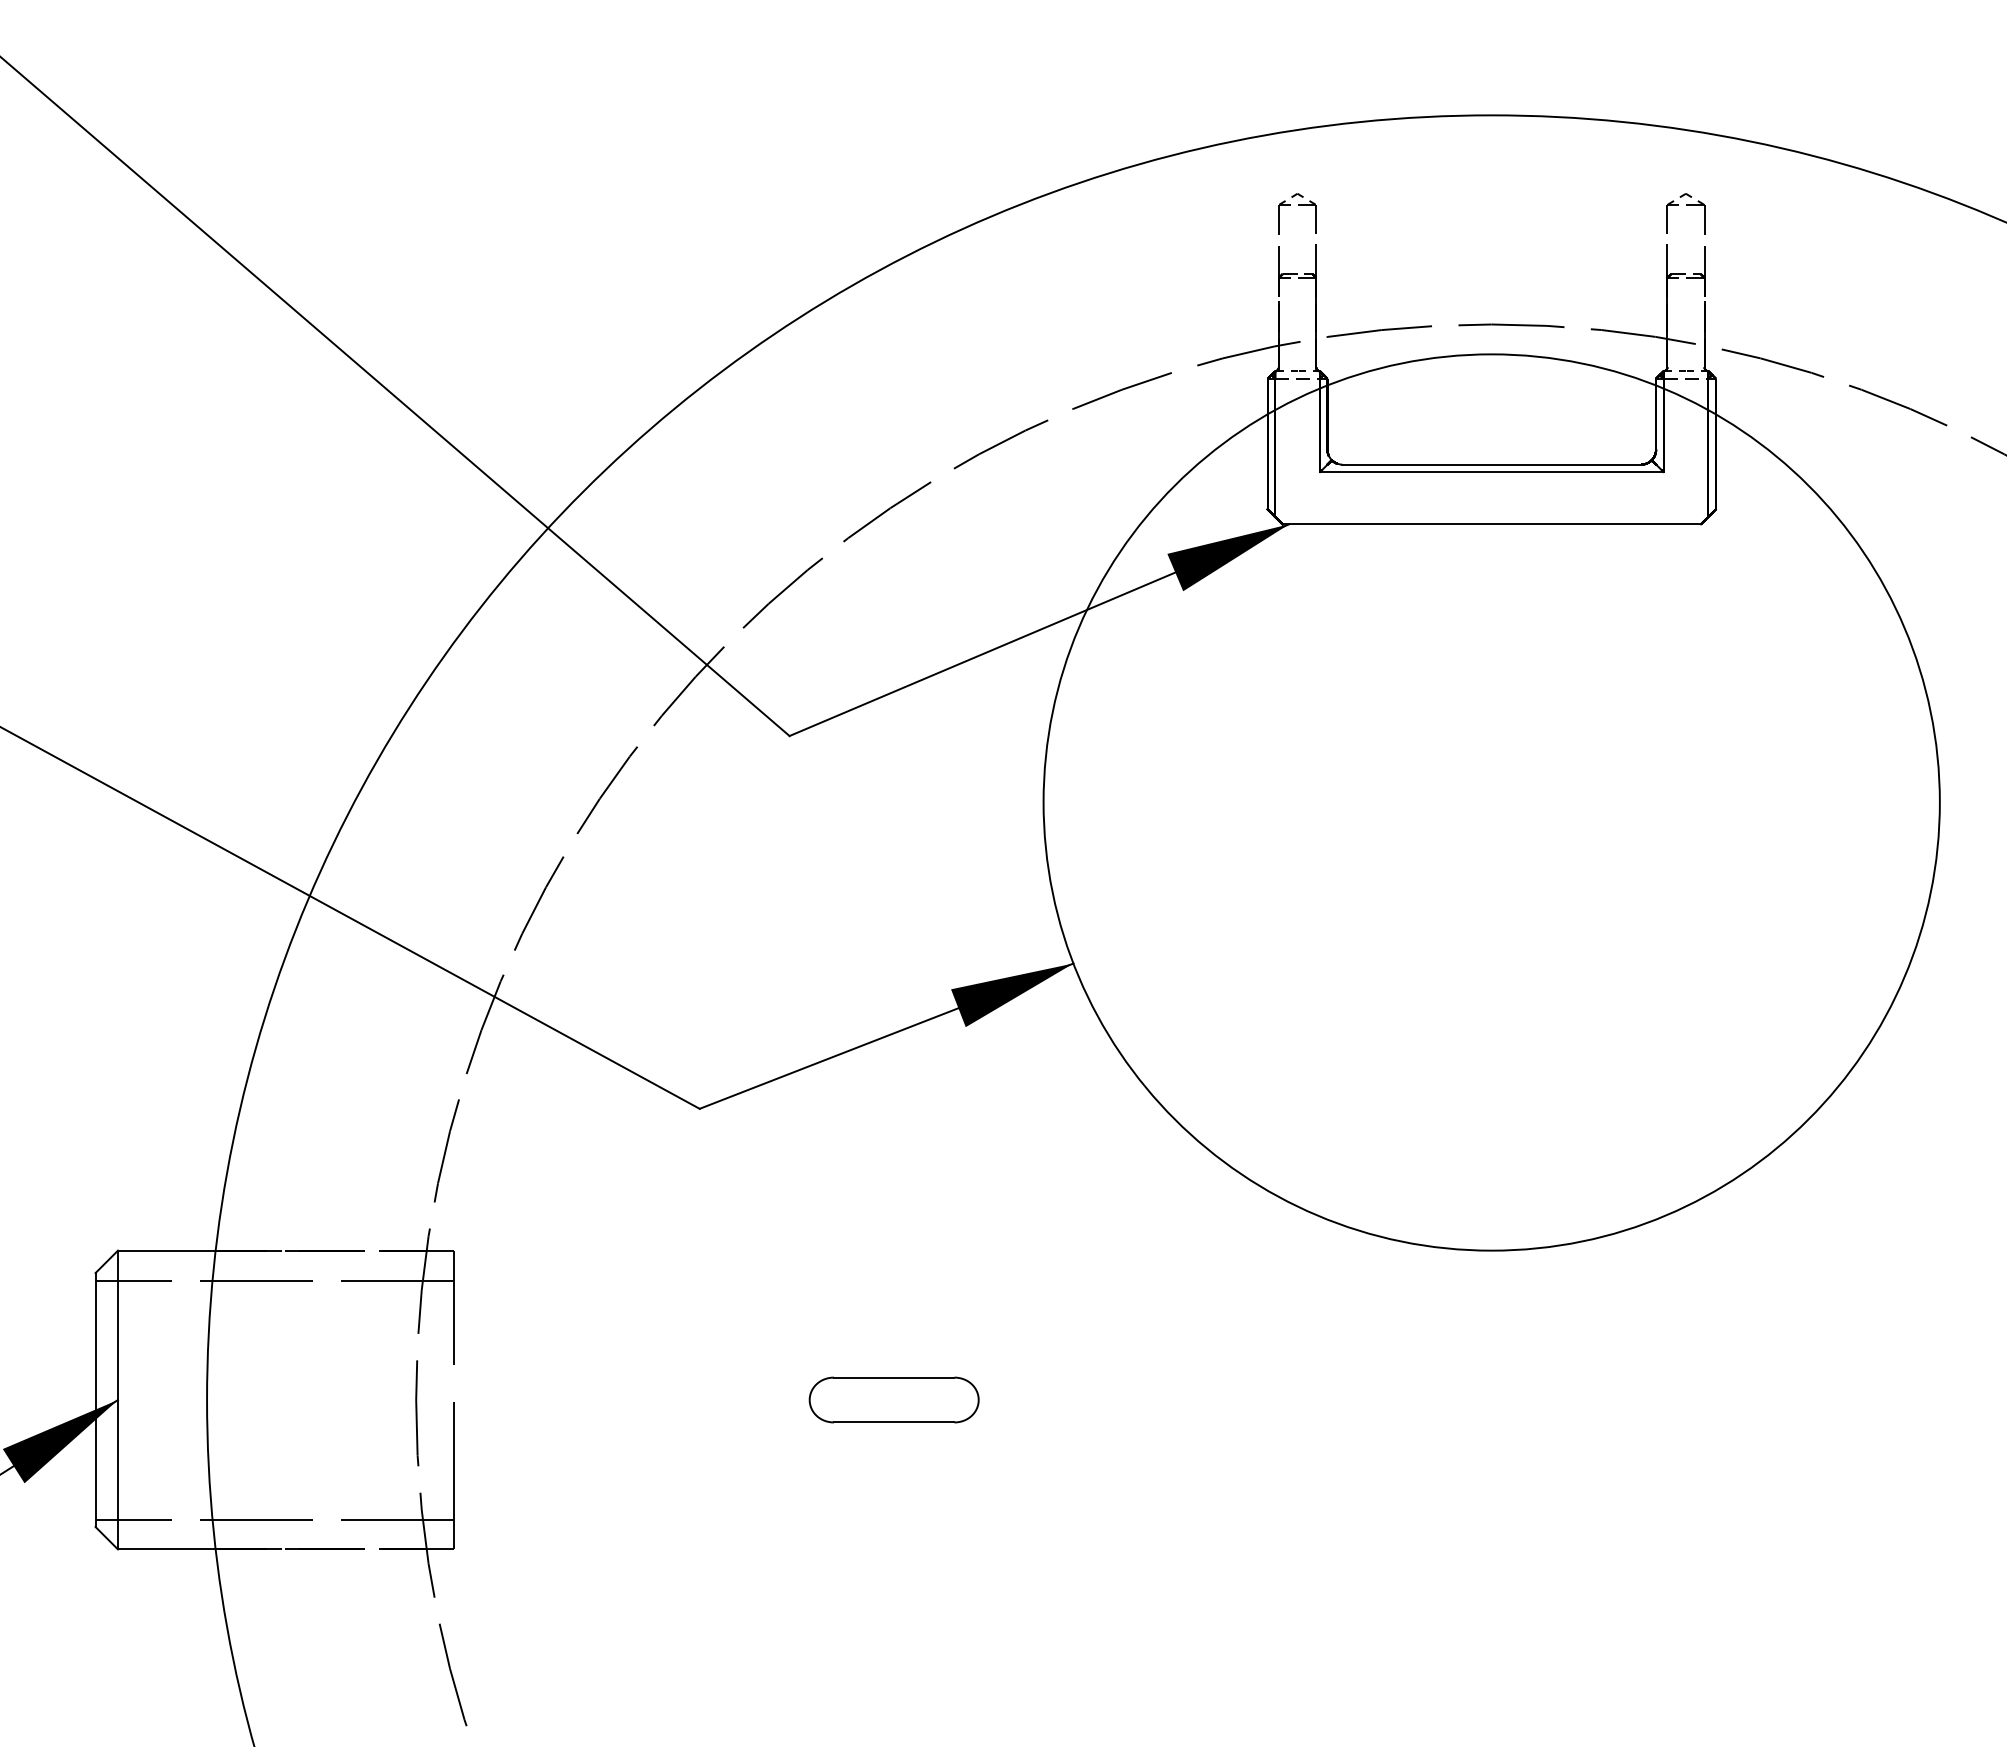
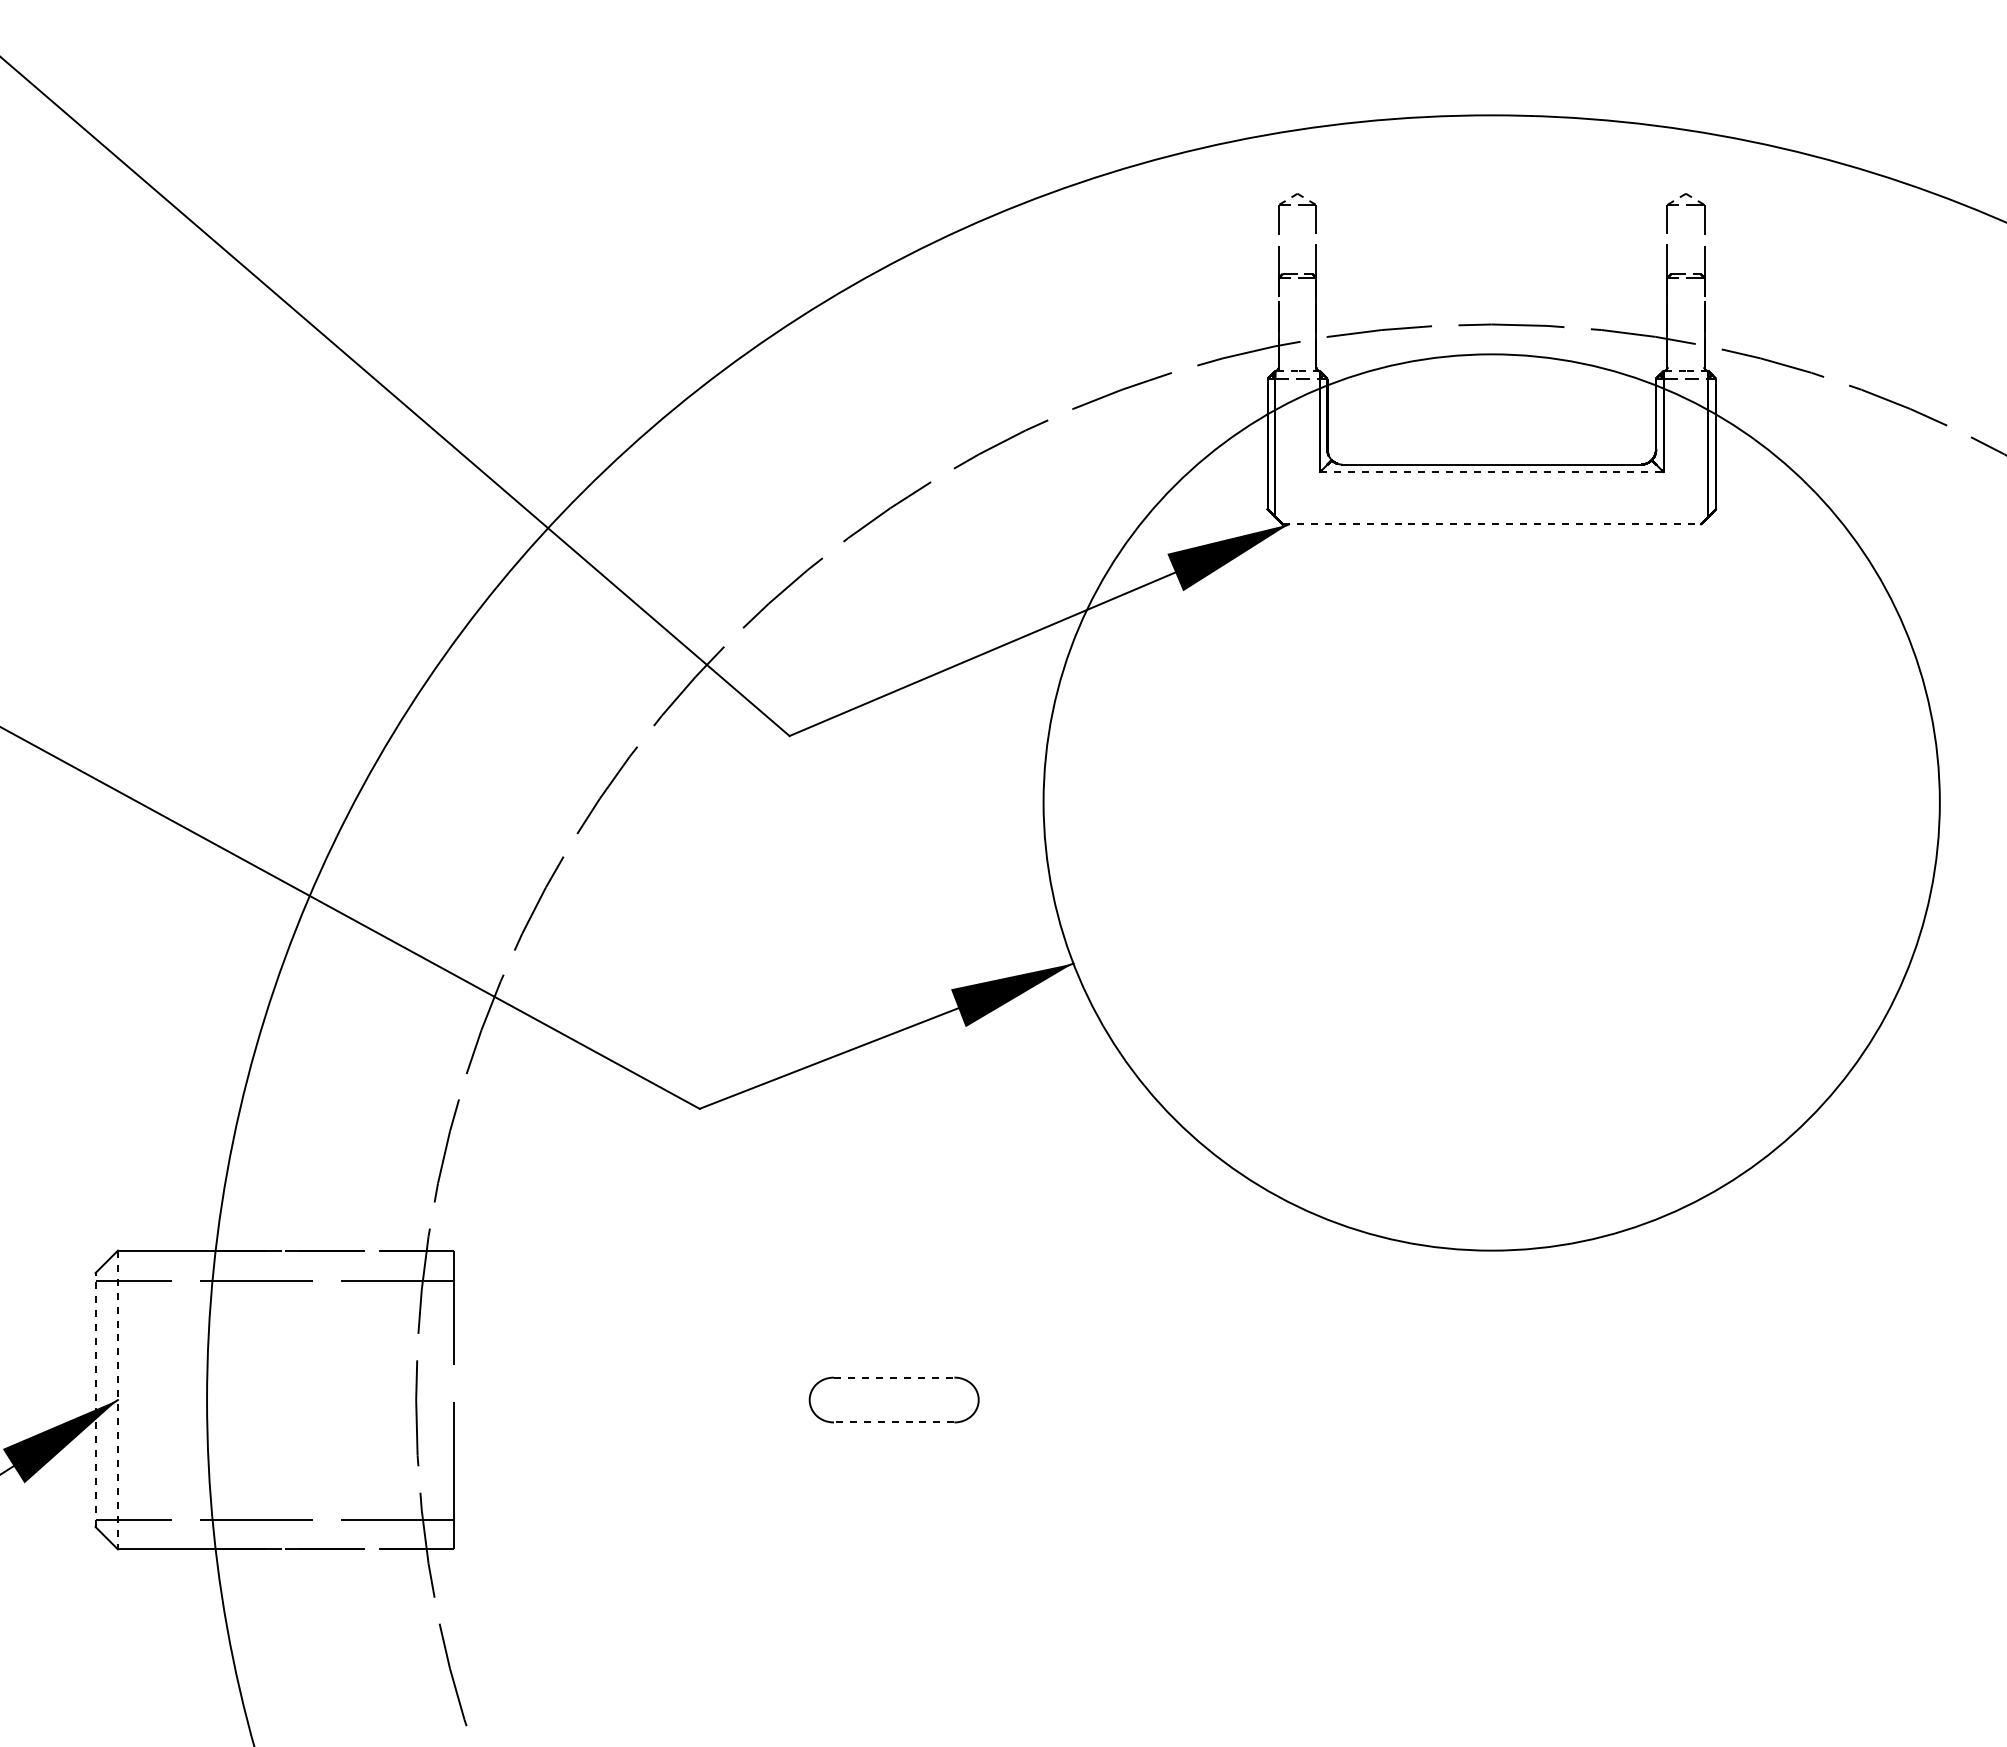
line at (1491, 472): solid -> dashed
line at (1492, 524): solid -> dashed
line at (894, 1377): solid -> dashed
line at (95, 1400): solid -> dashed
line at (117, 1400): solid -> dashed
line at (893, 1422): solid -> dashed
